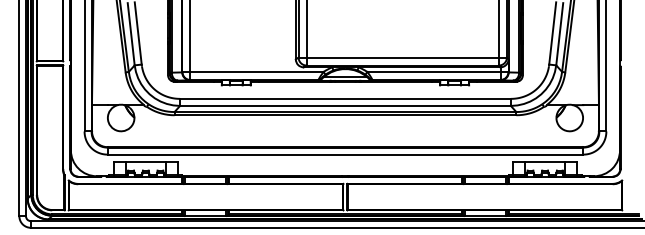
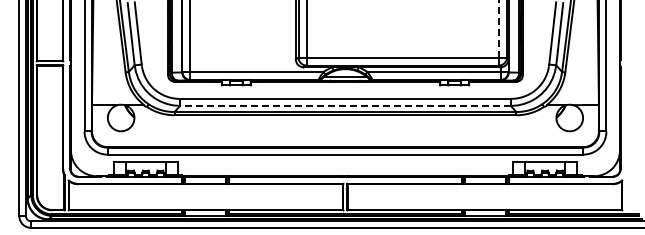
line at (498, 28): solid -> dashed
line at (344, 105): solid -> dashed
